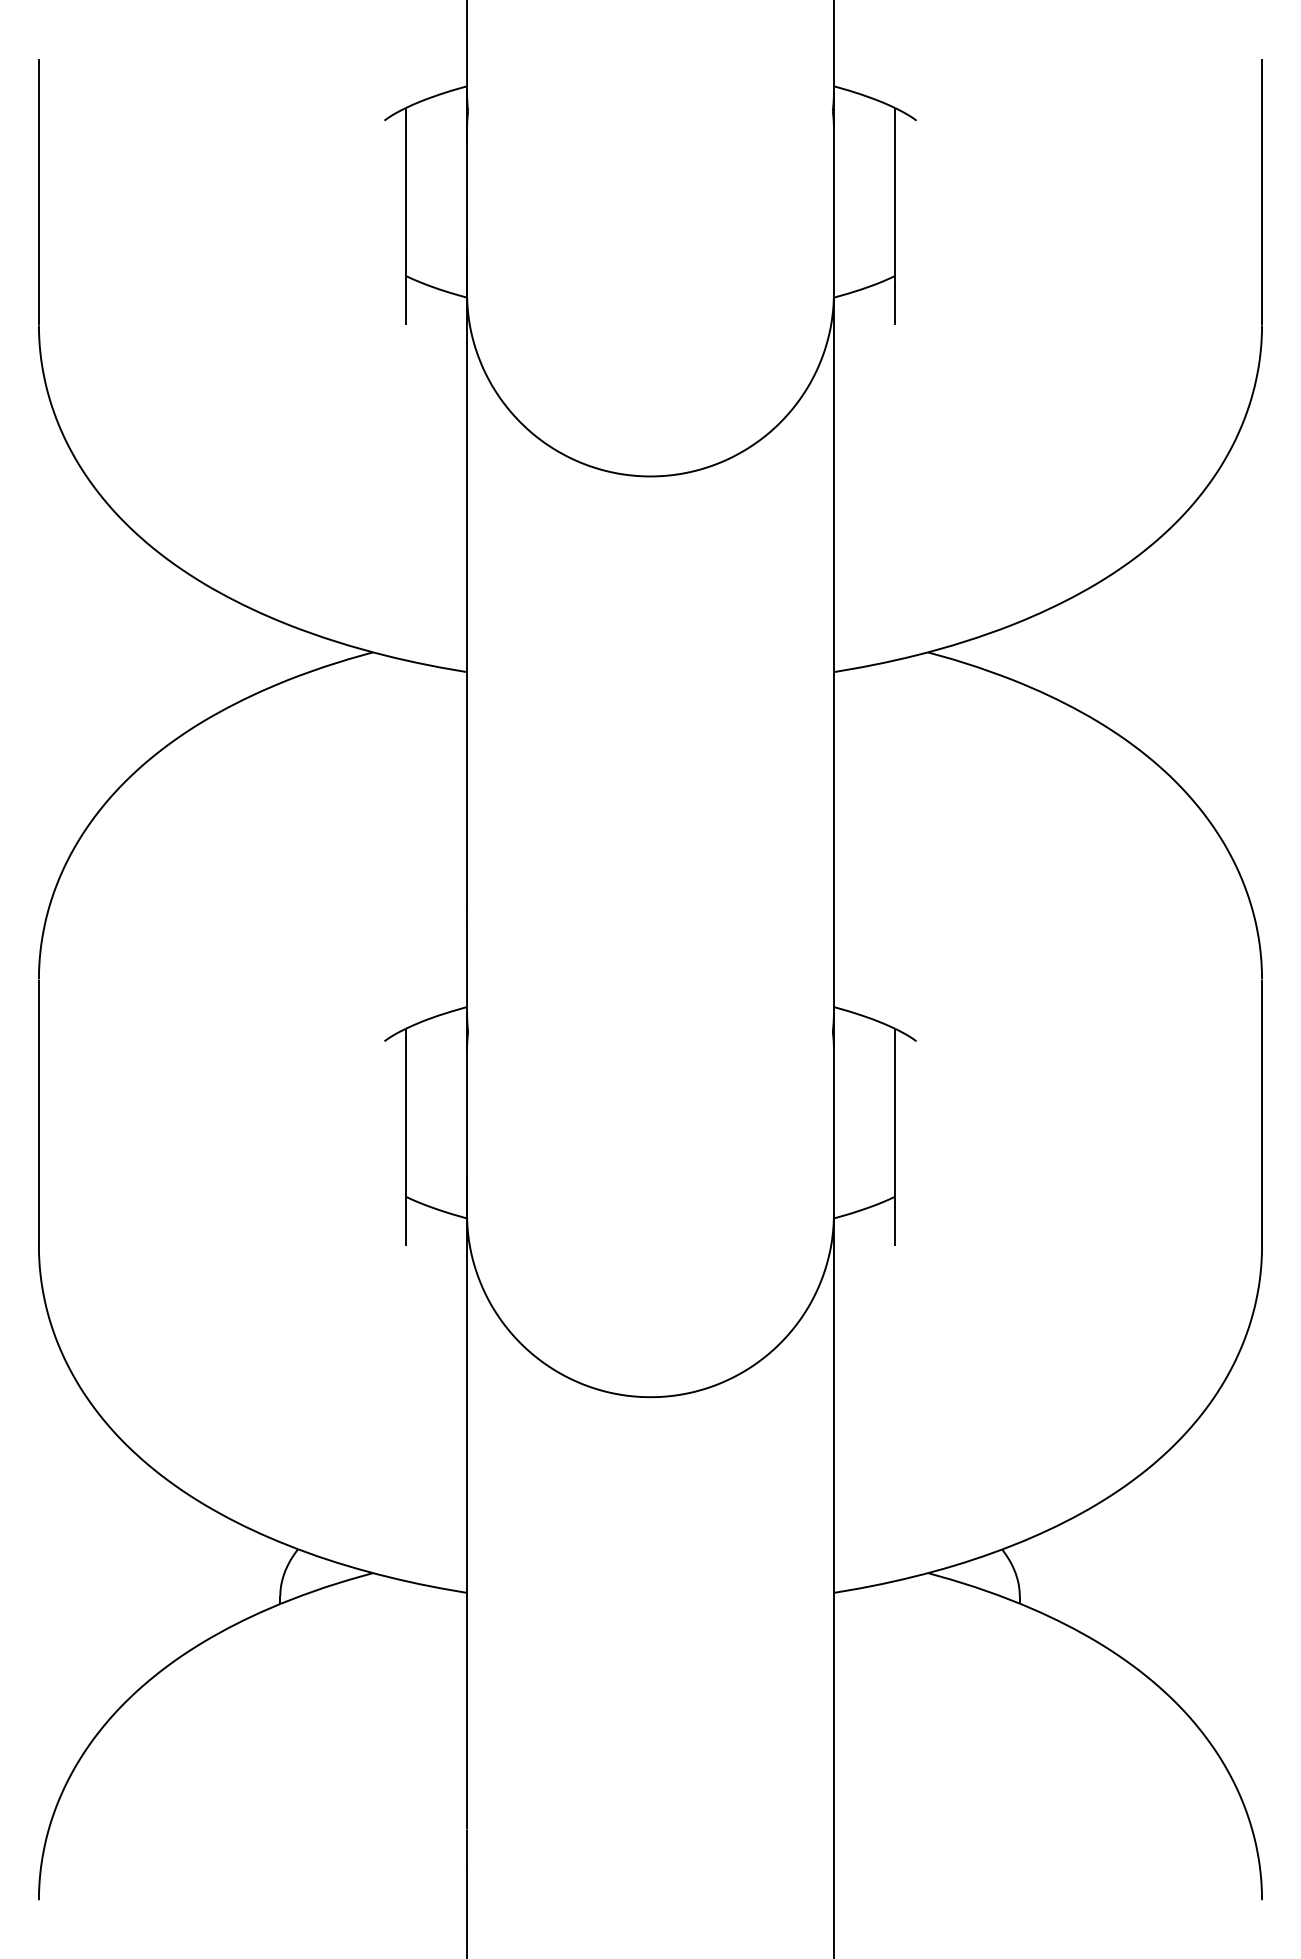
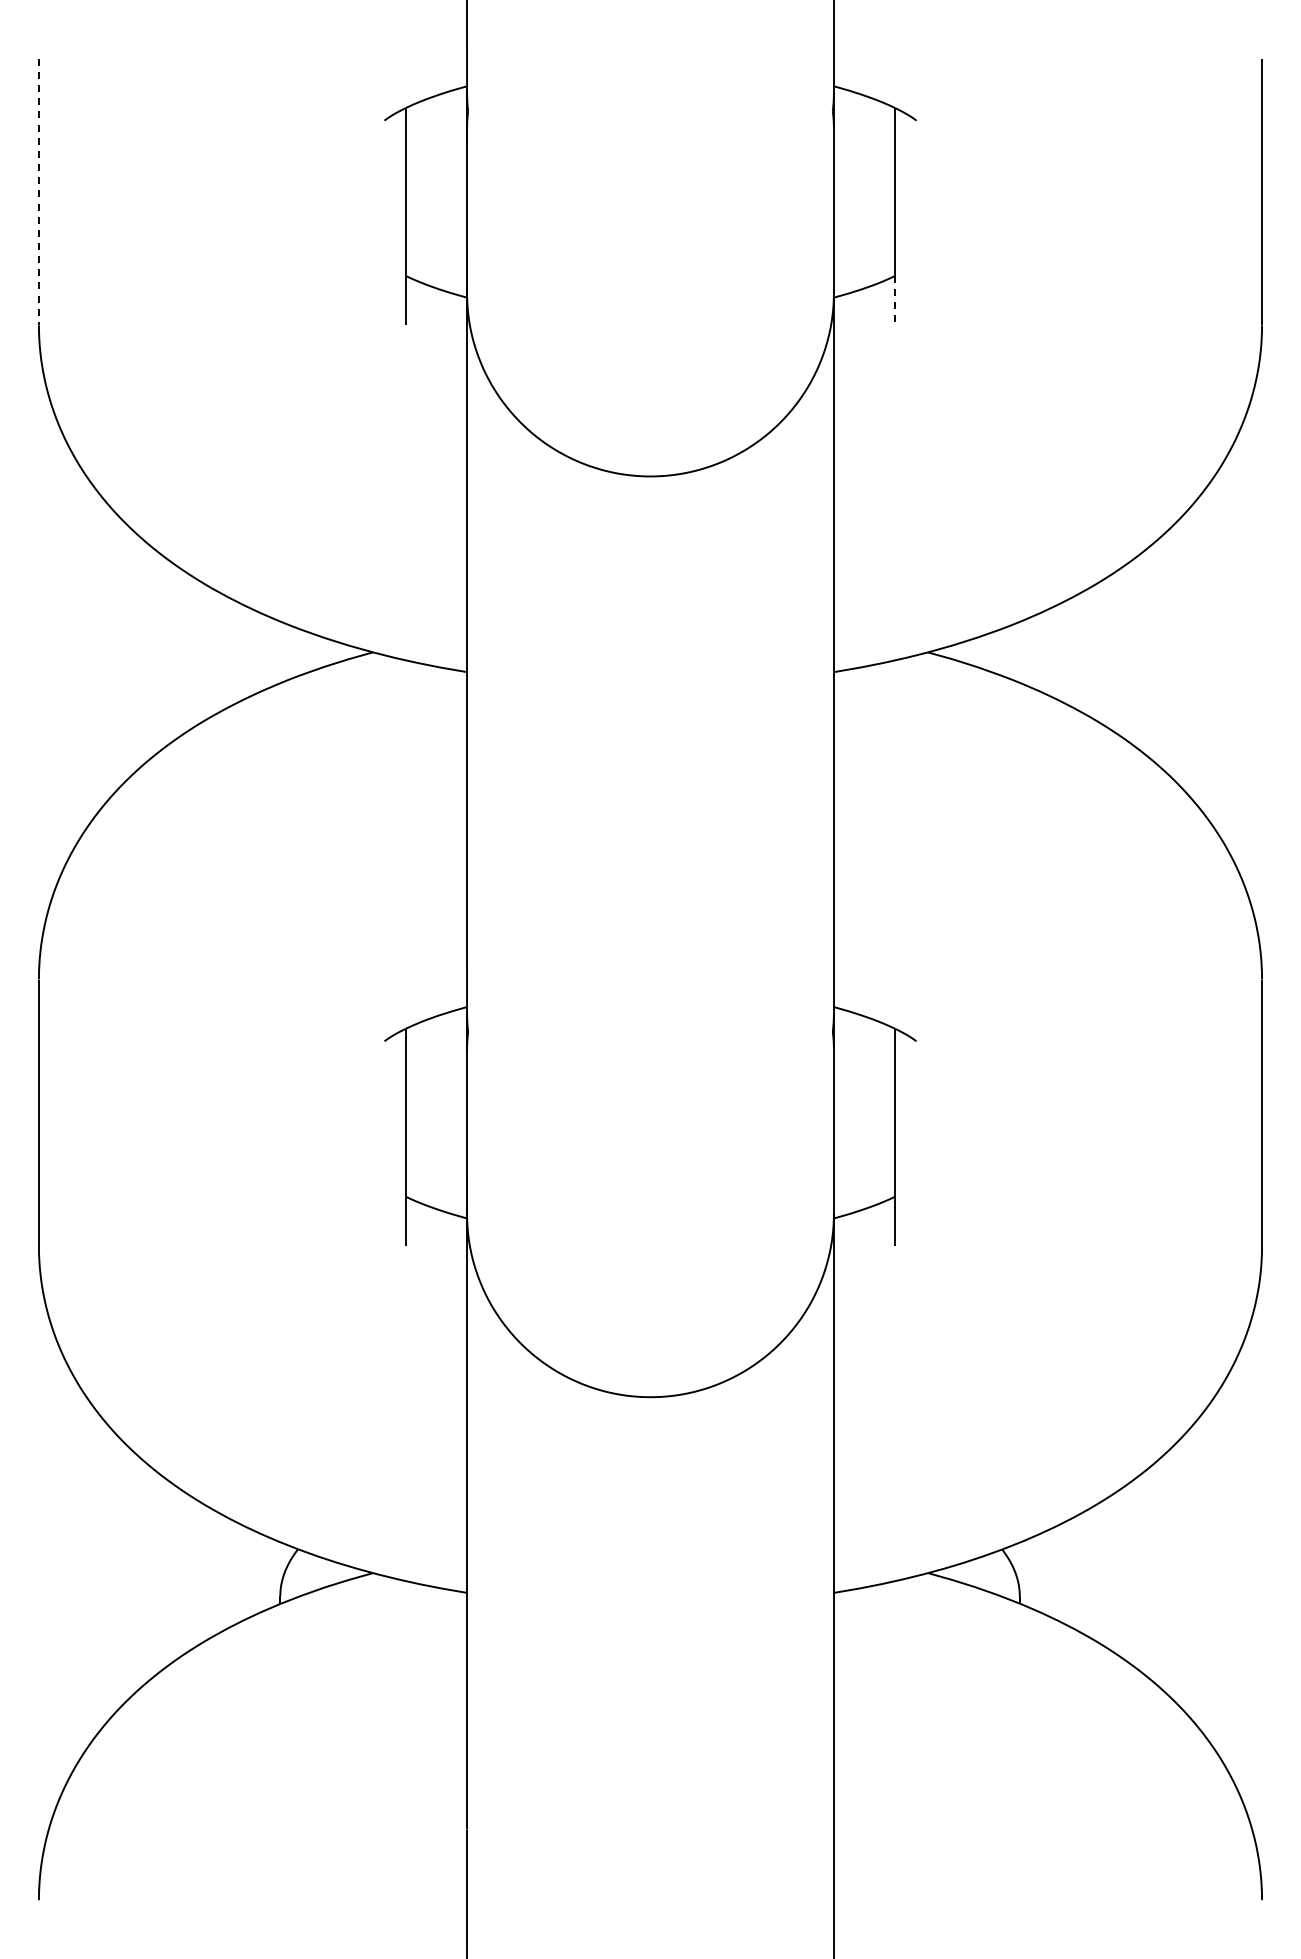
line at (38, 192): solid -> dashed
line at (895, 300): solid -> dashed
